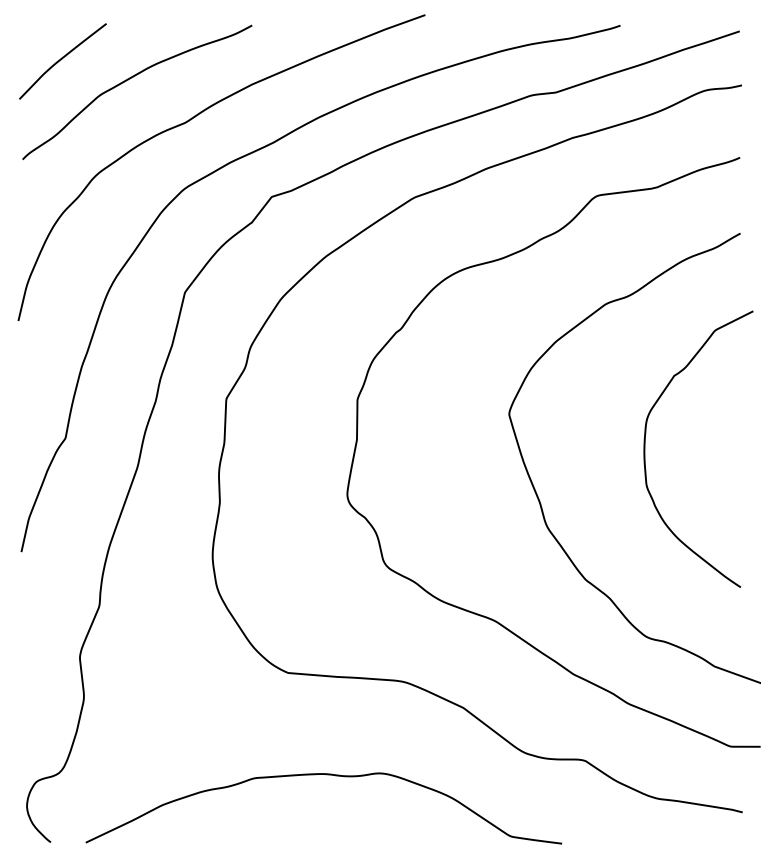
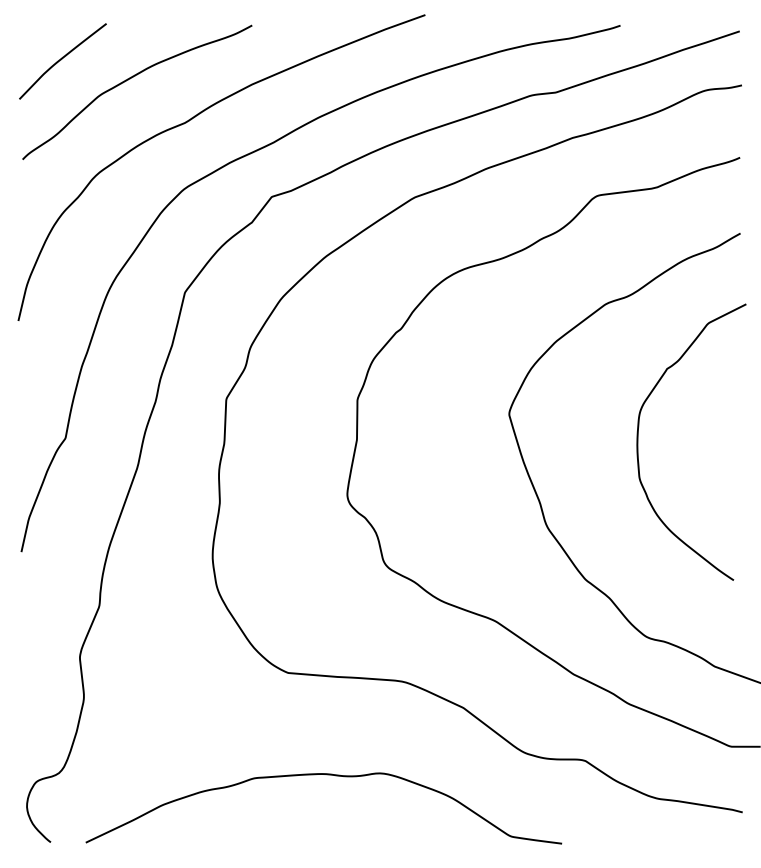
curve at (645, 448) position: (645, 448) -> (638, 441)
